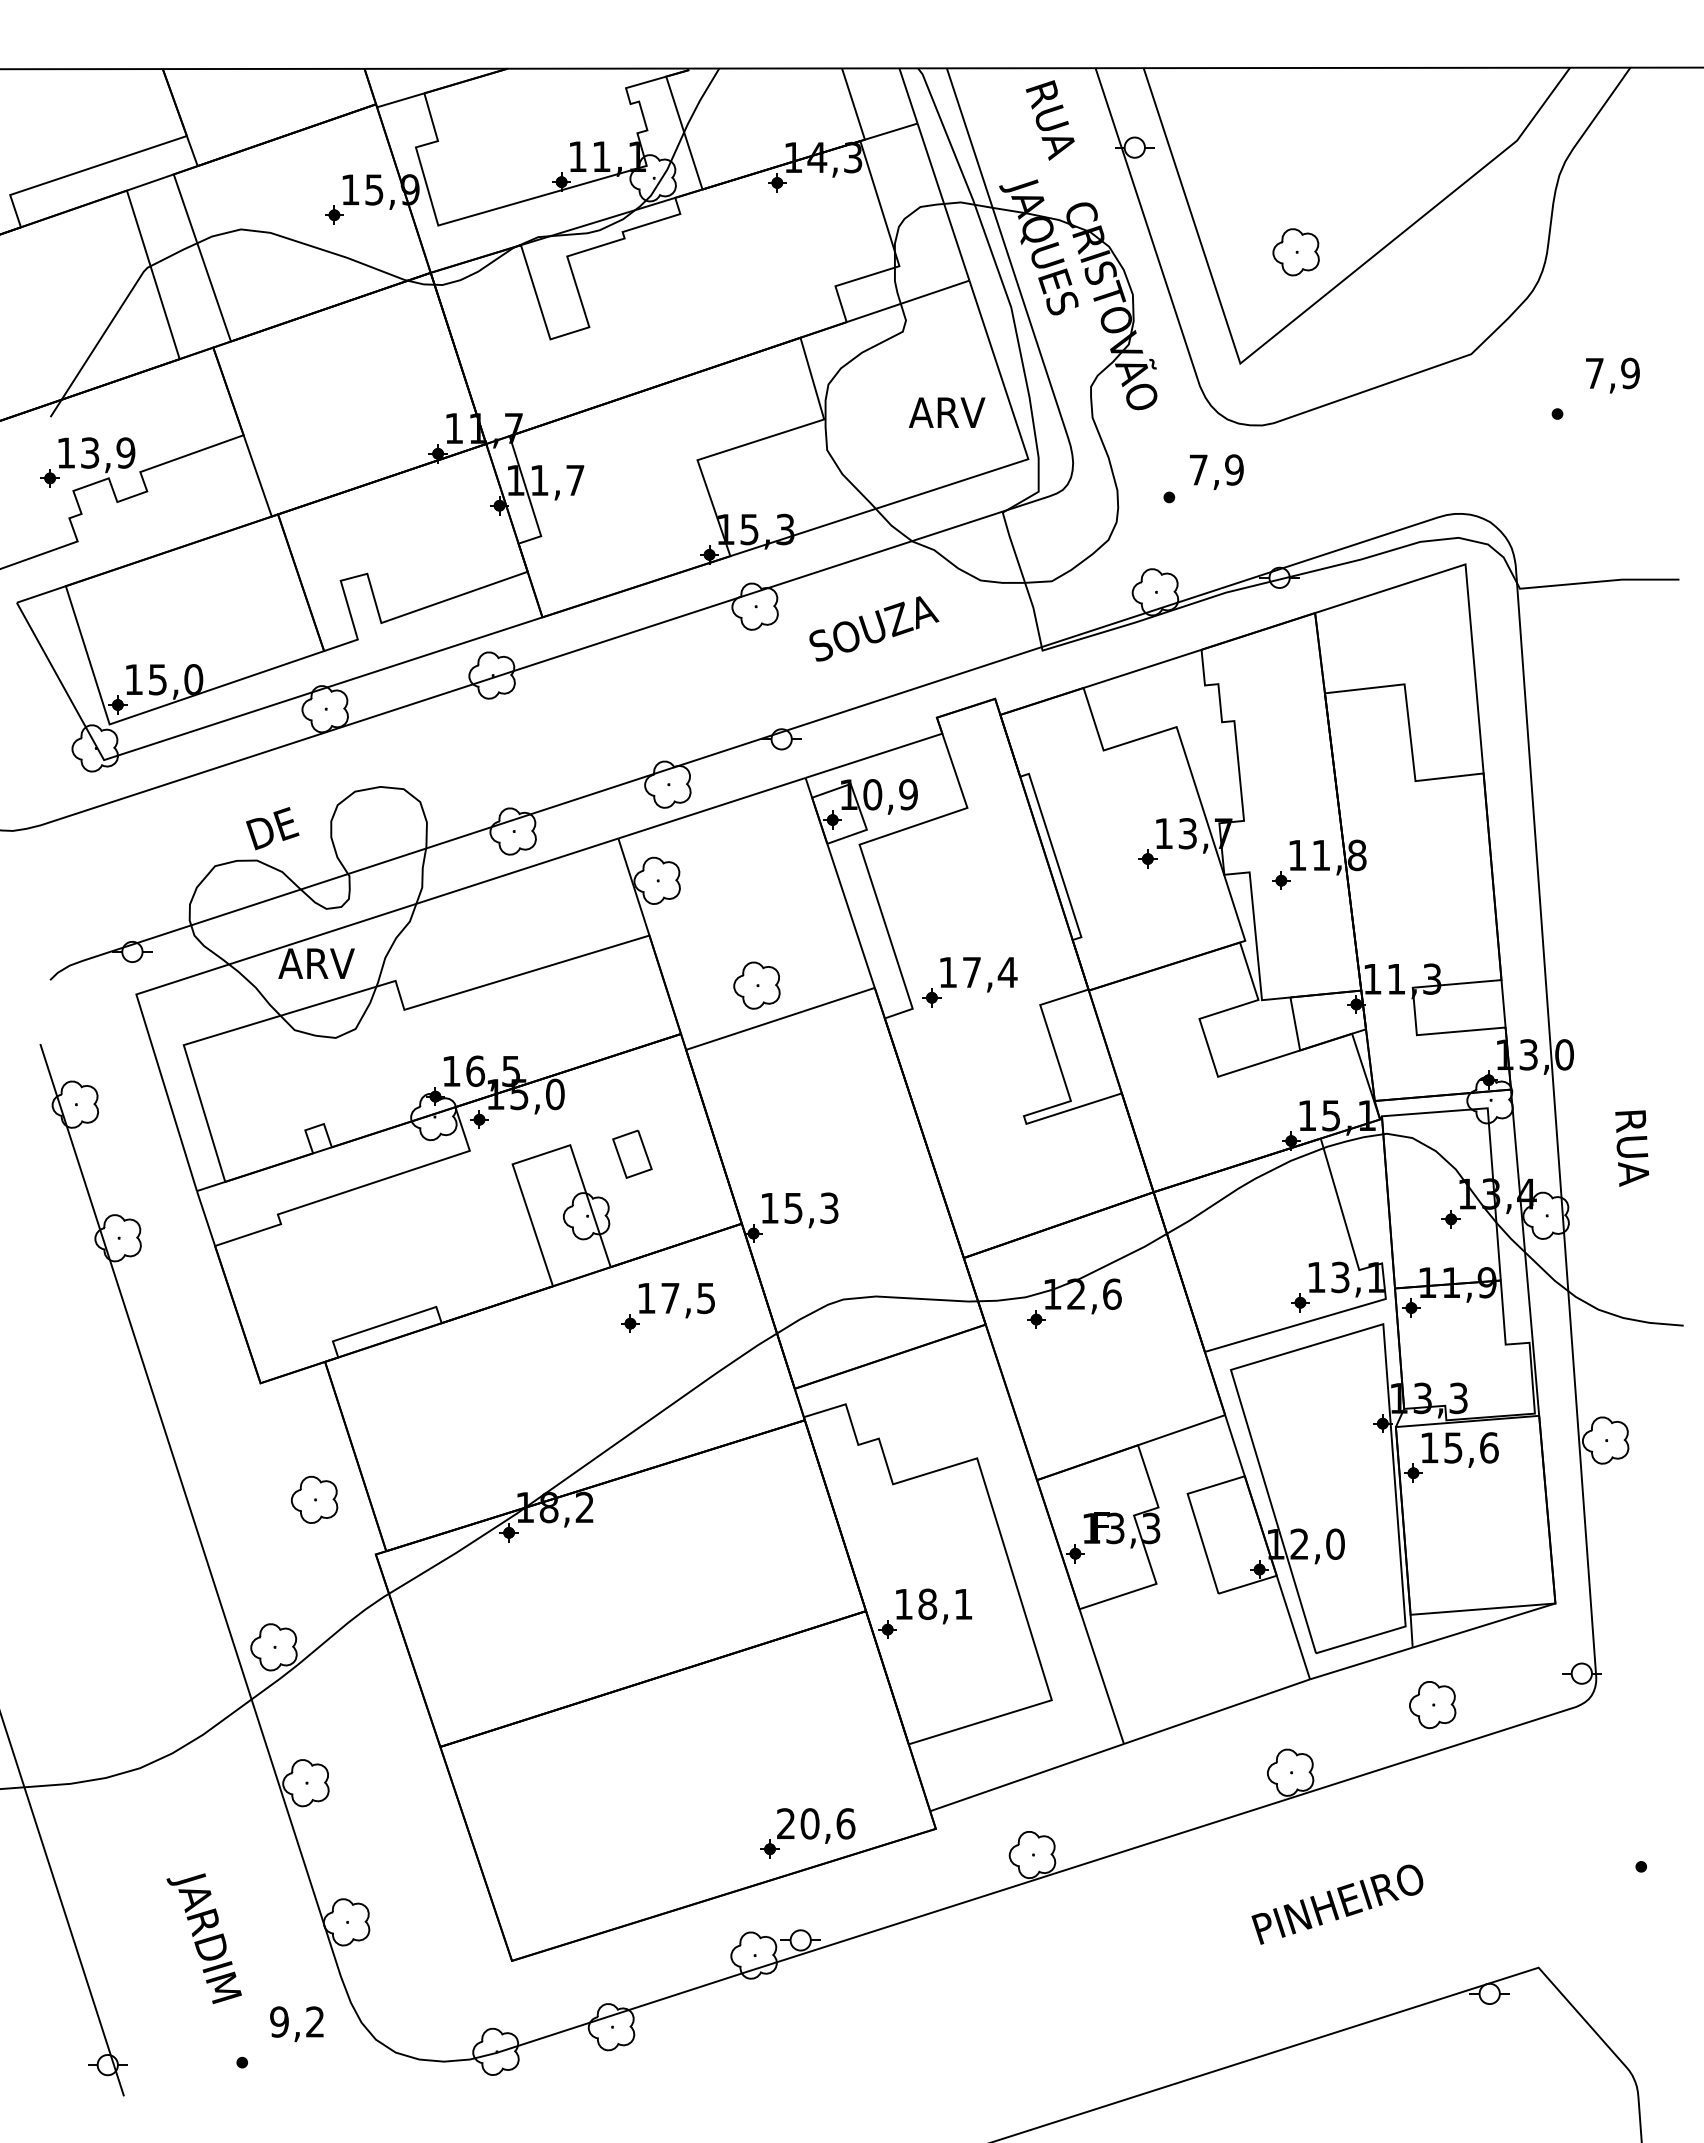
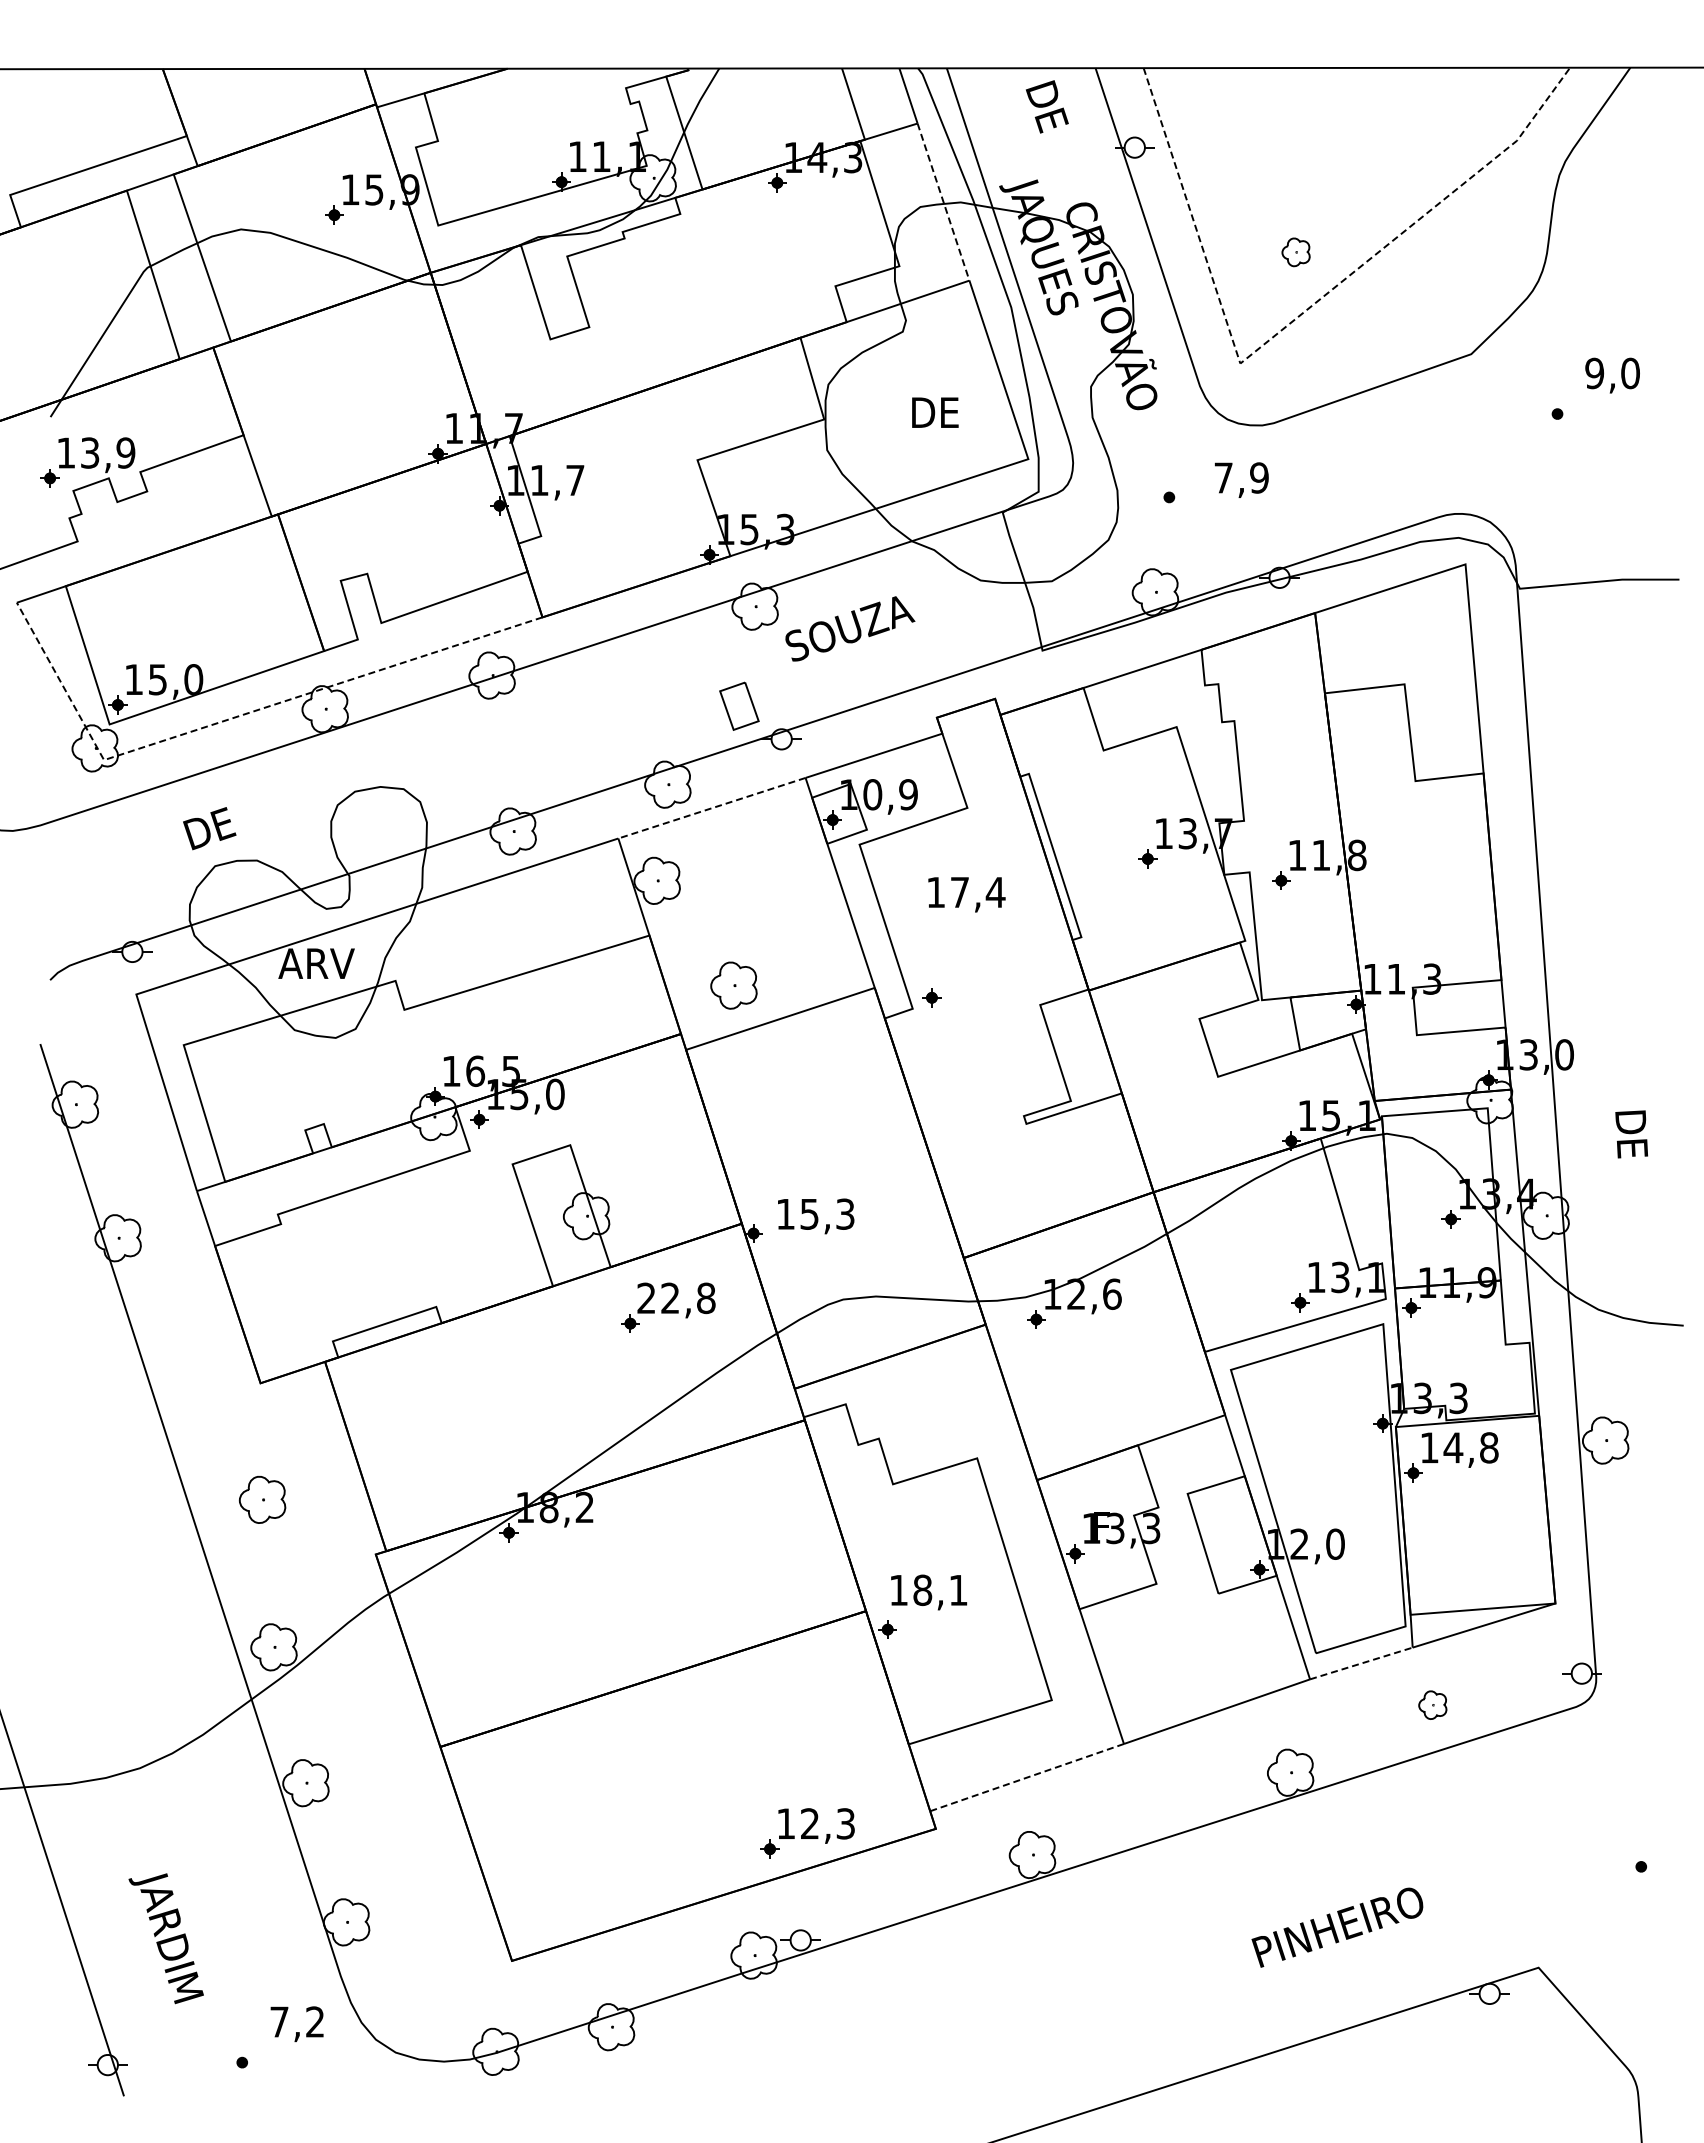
text at (1050, 124): RUA -> DE
line at (943, 202): solid -> dashed
part at (1295, 252) size: 48x49 px -> 30x31 px
line at (1293, 321): solid -> dashed
text at (1612, 373): 7,9 -> 9,0
text at (946, 412): ARV -> DE
text at (1216, 471) position: (1216, 471) -> (1241, 479)
text at (874, 628) position: (874, 628) -> (850, 628)
line at (236, 716): solid -> dashed
line at (711, 808): solid -> dashed
text at (272, 828) position: (272, 828) -> (209, 828)
text at (978, 974) position: (978, 974) -> (966, 894)
part at (756, 985) position: (756, 985) -> (733, 985)
text at (1632, 1150): RUA -> DE
part at (632, 1153) position: (632, 1153) -> (739, 705)
text at (800, 1210) position: (800, 1210) -> (816, 1216)
text at (676, 1298): 17,5 -> 22,8
text at (1470, 1447): 15,6 -> 14,8
part at (314, 1499) position: (314, 1499) -> (262, 1499)
text at (934, 1606) position: (934, 1606) -> (929, 1592)
line at (1361, 1663): solid -> dashed
part at (1432, 1705) size: 48x49 px -> 30x30 px
line at (1027, 1777): solid -> dashed
text at (816, 1823): 20,6 -> 12,3
text at (1337, 1904) position: (1337, 1904) -> (1337, 1927)
text at (203, 1938) position: (203, 1938) -> (165, 1938)
text at (279, 2021): 9,2 -> 7,2
